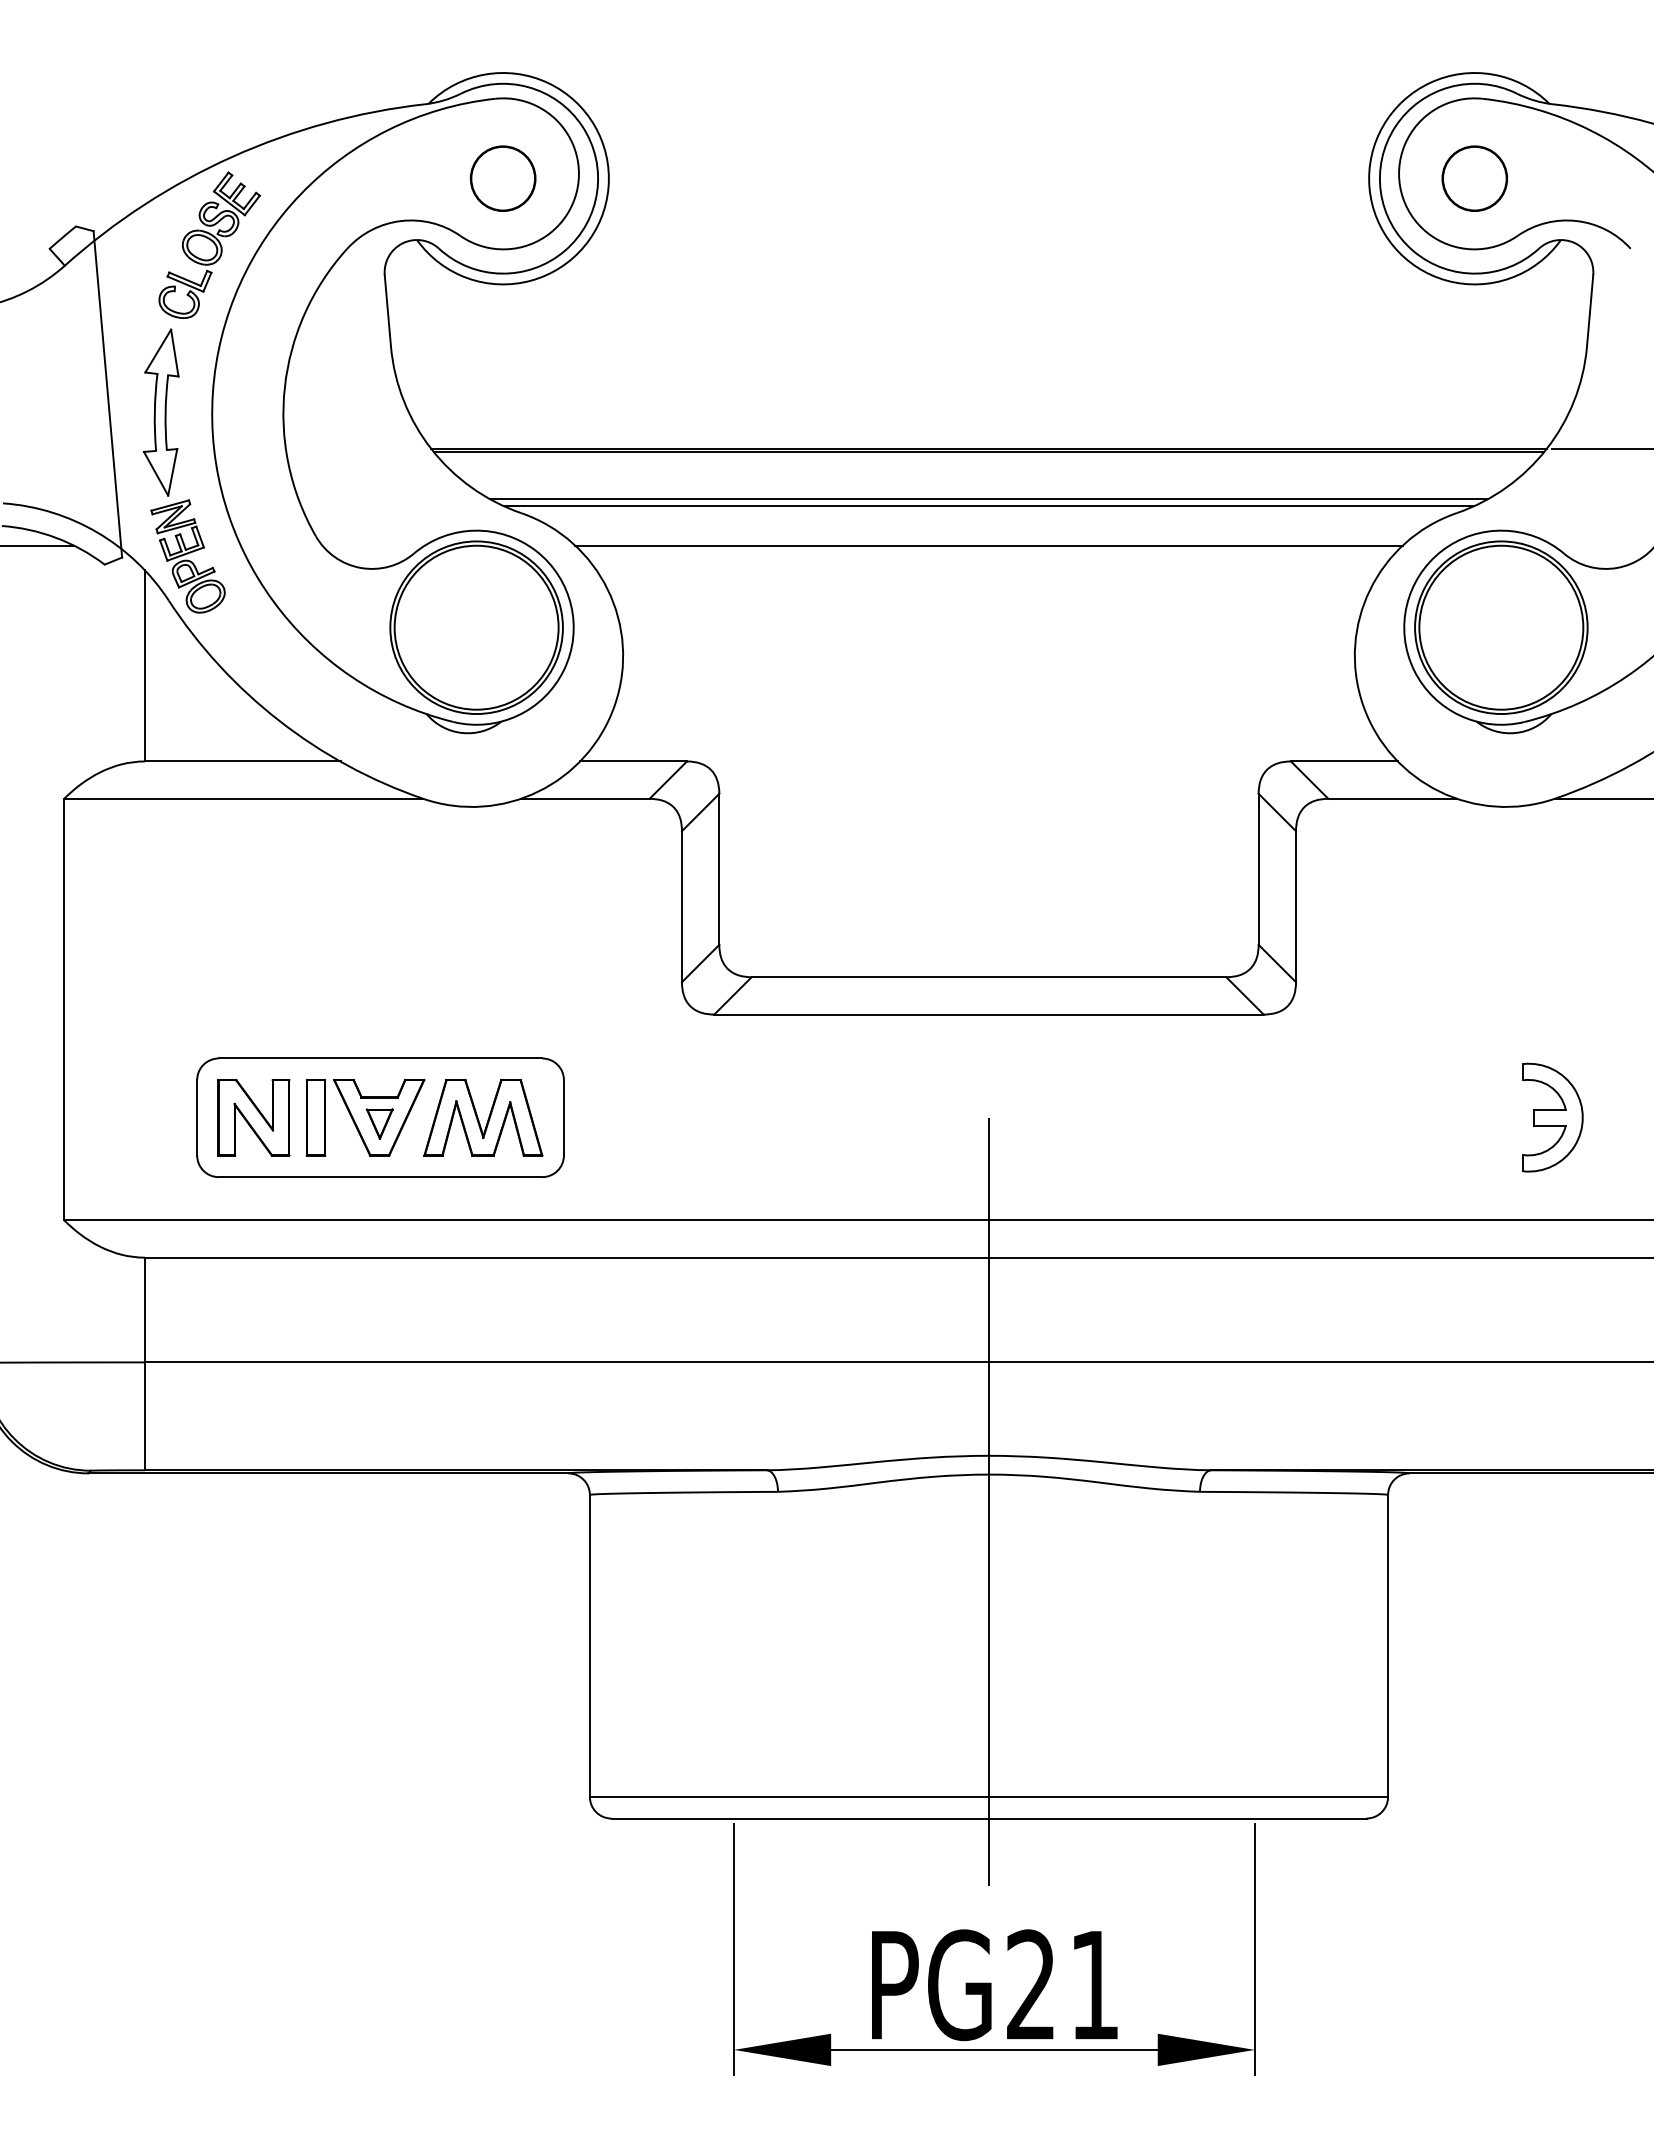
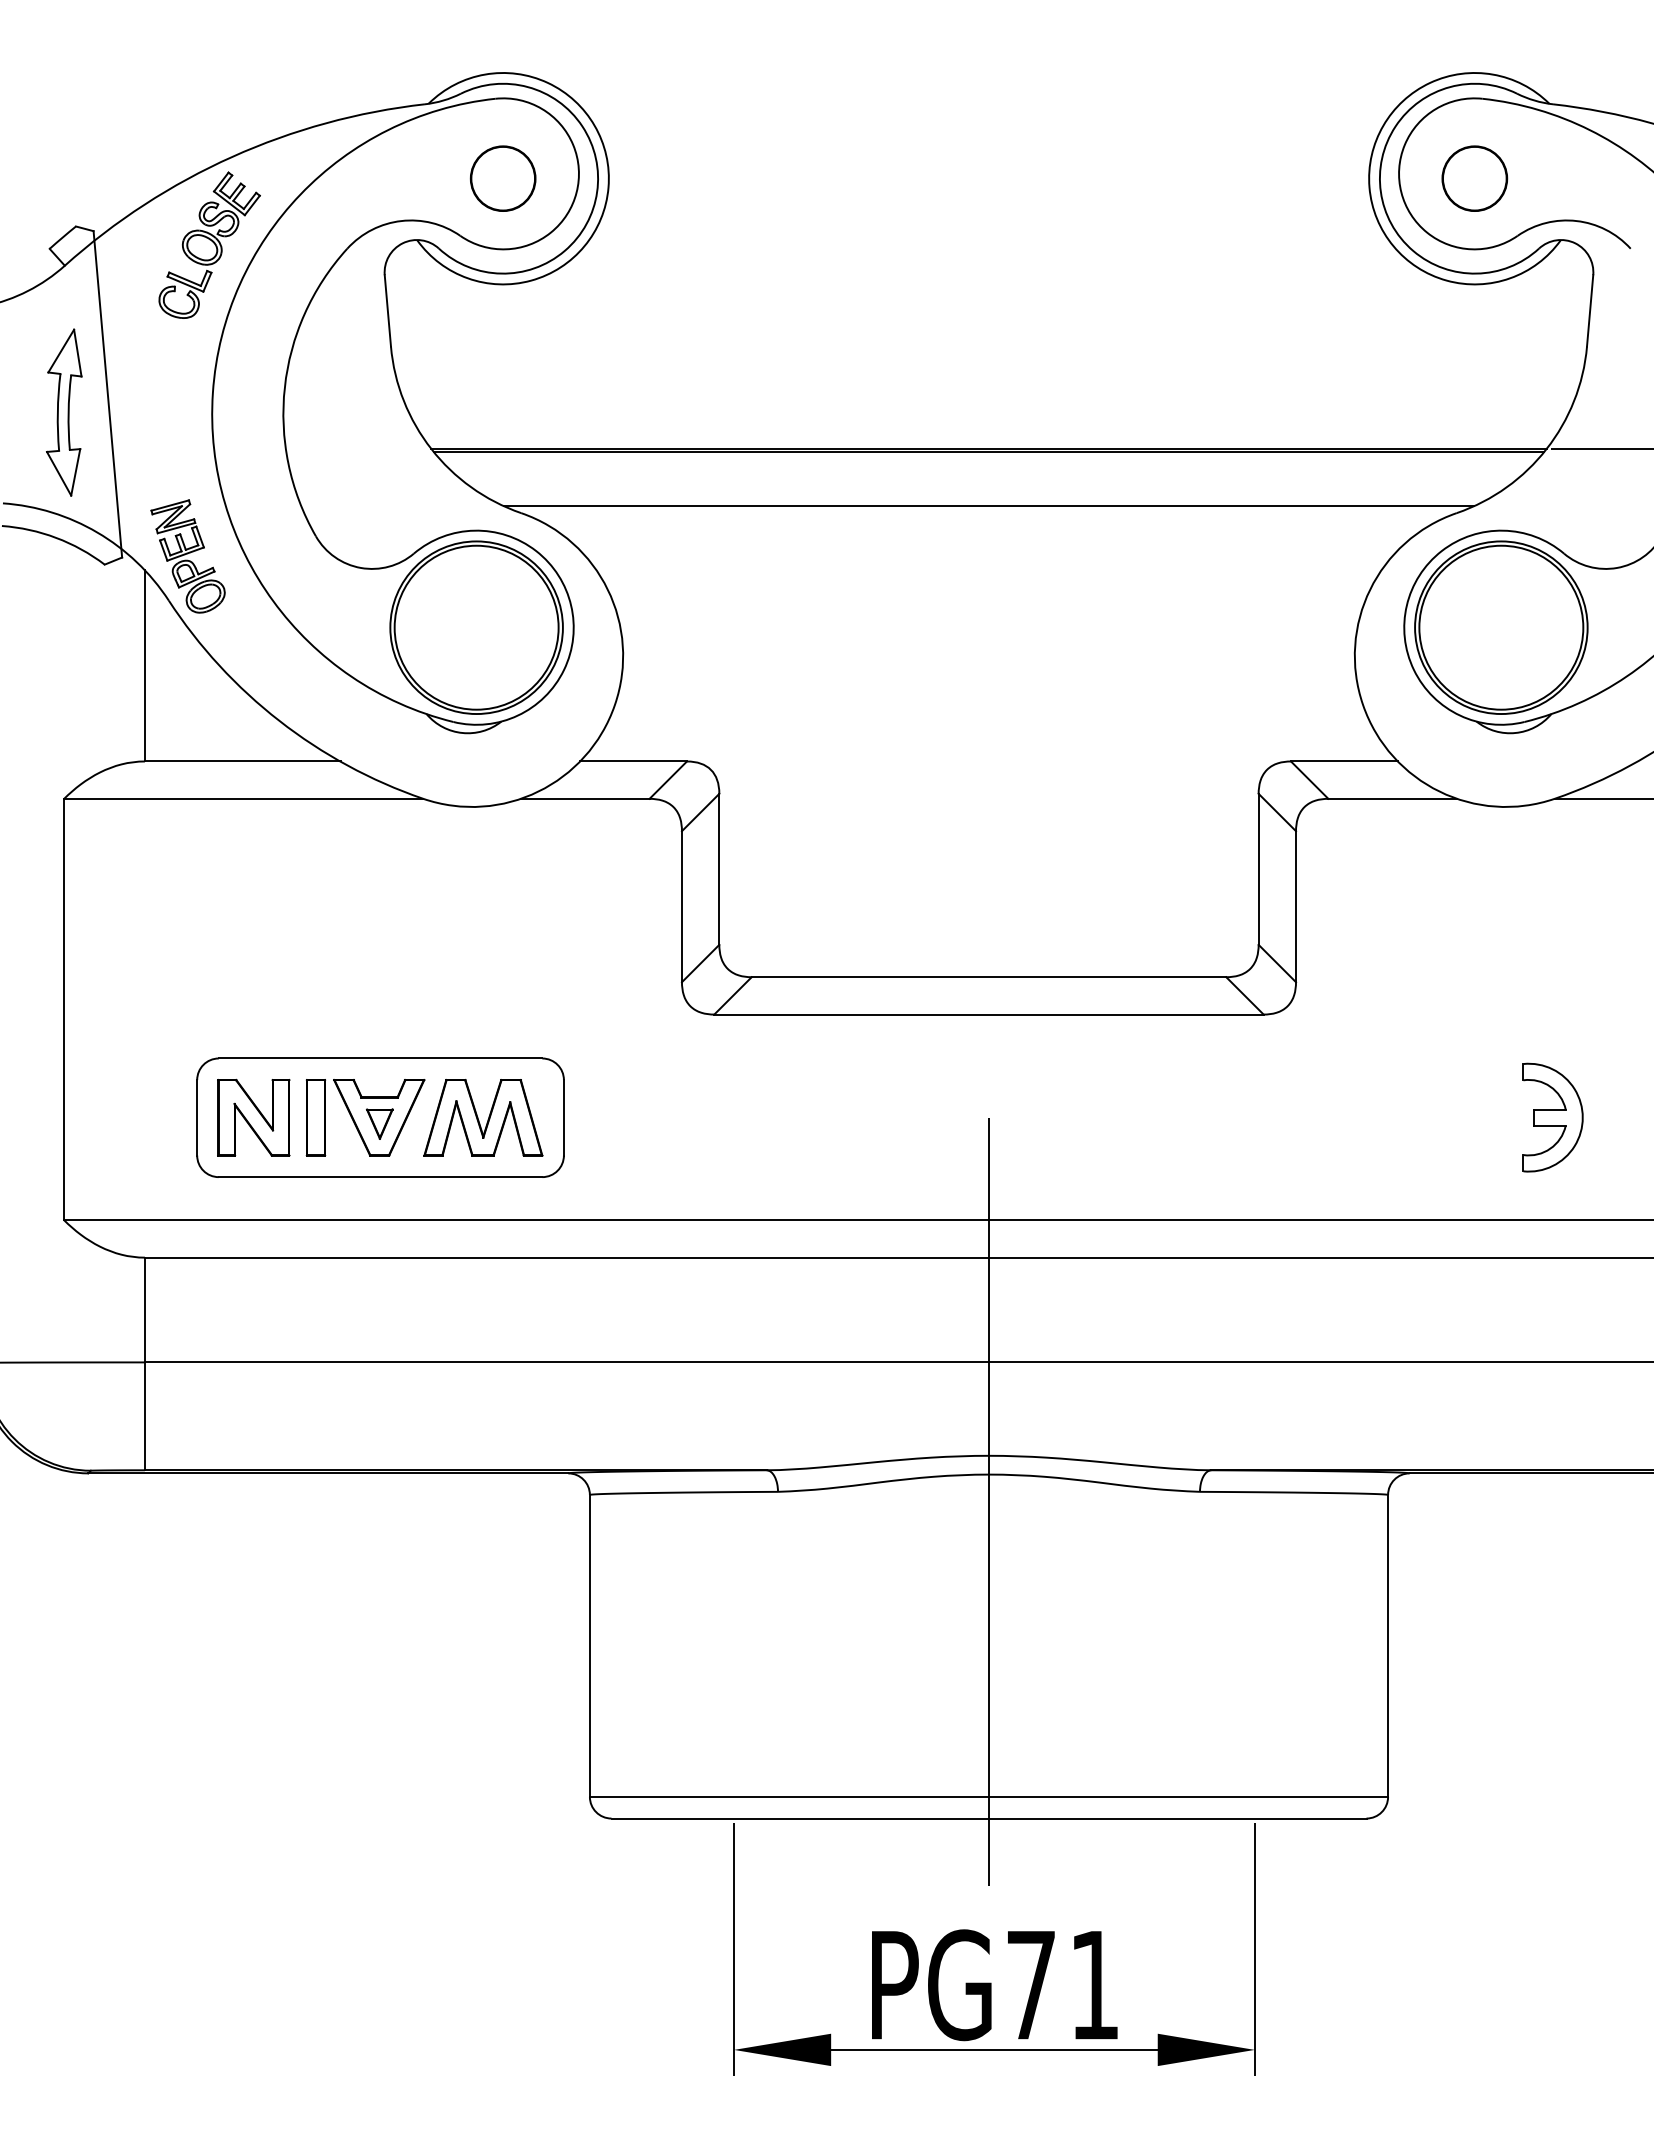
part at (161, 412) position: (161, 412) -> (64, 412)
line at (988, 499): present -> none
line at (38, 545): present -> none
line at (988, 545): present -> none
text at (1030, 1984): PG21 -> PG71
